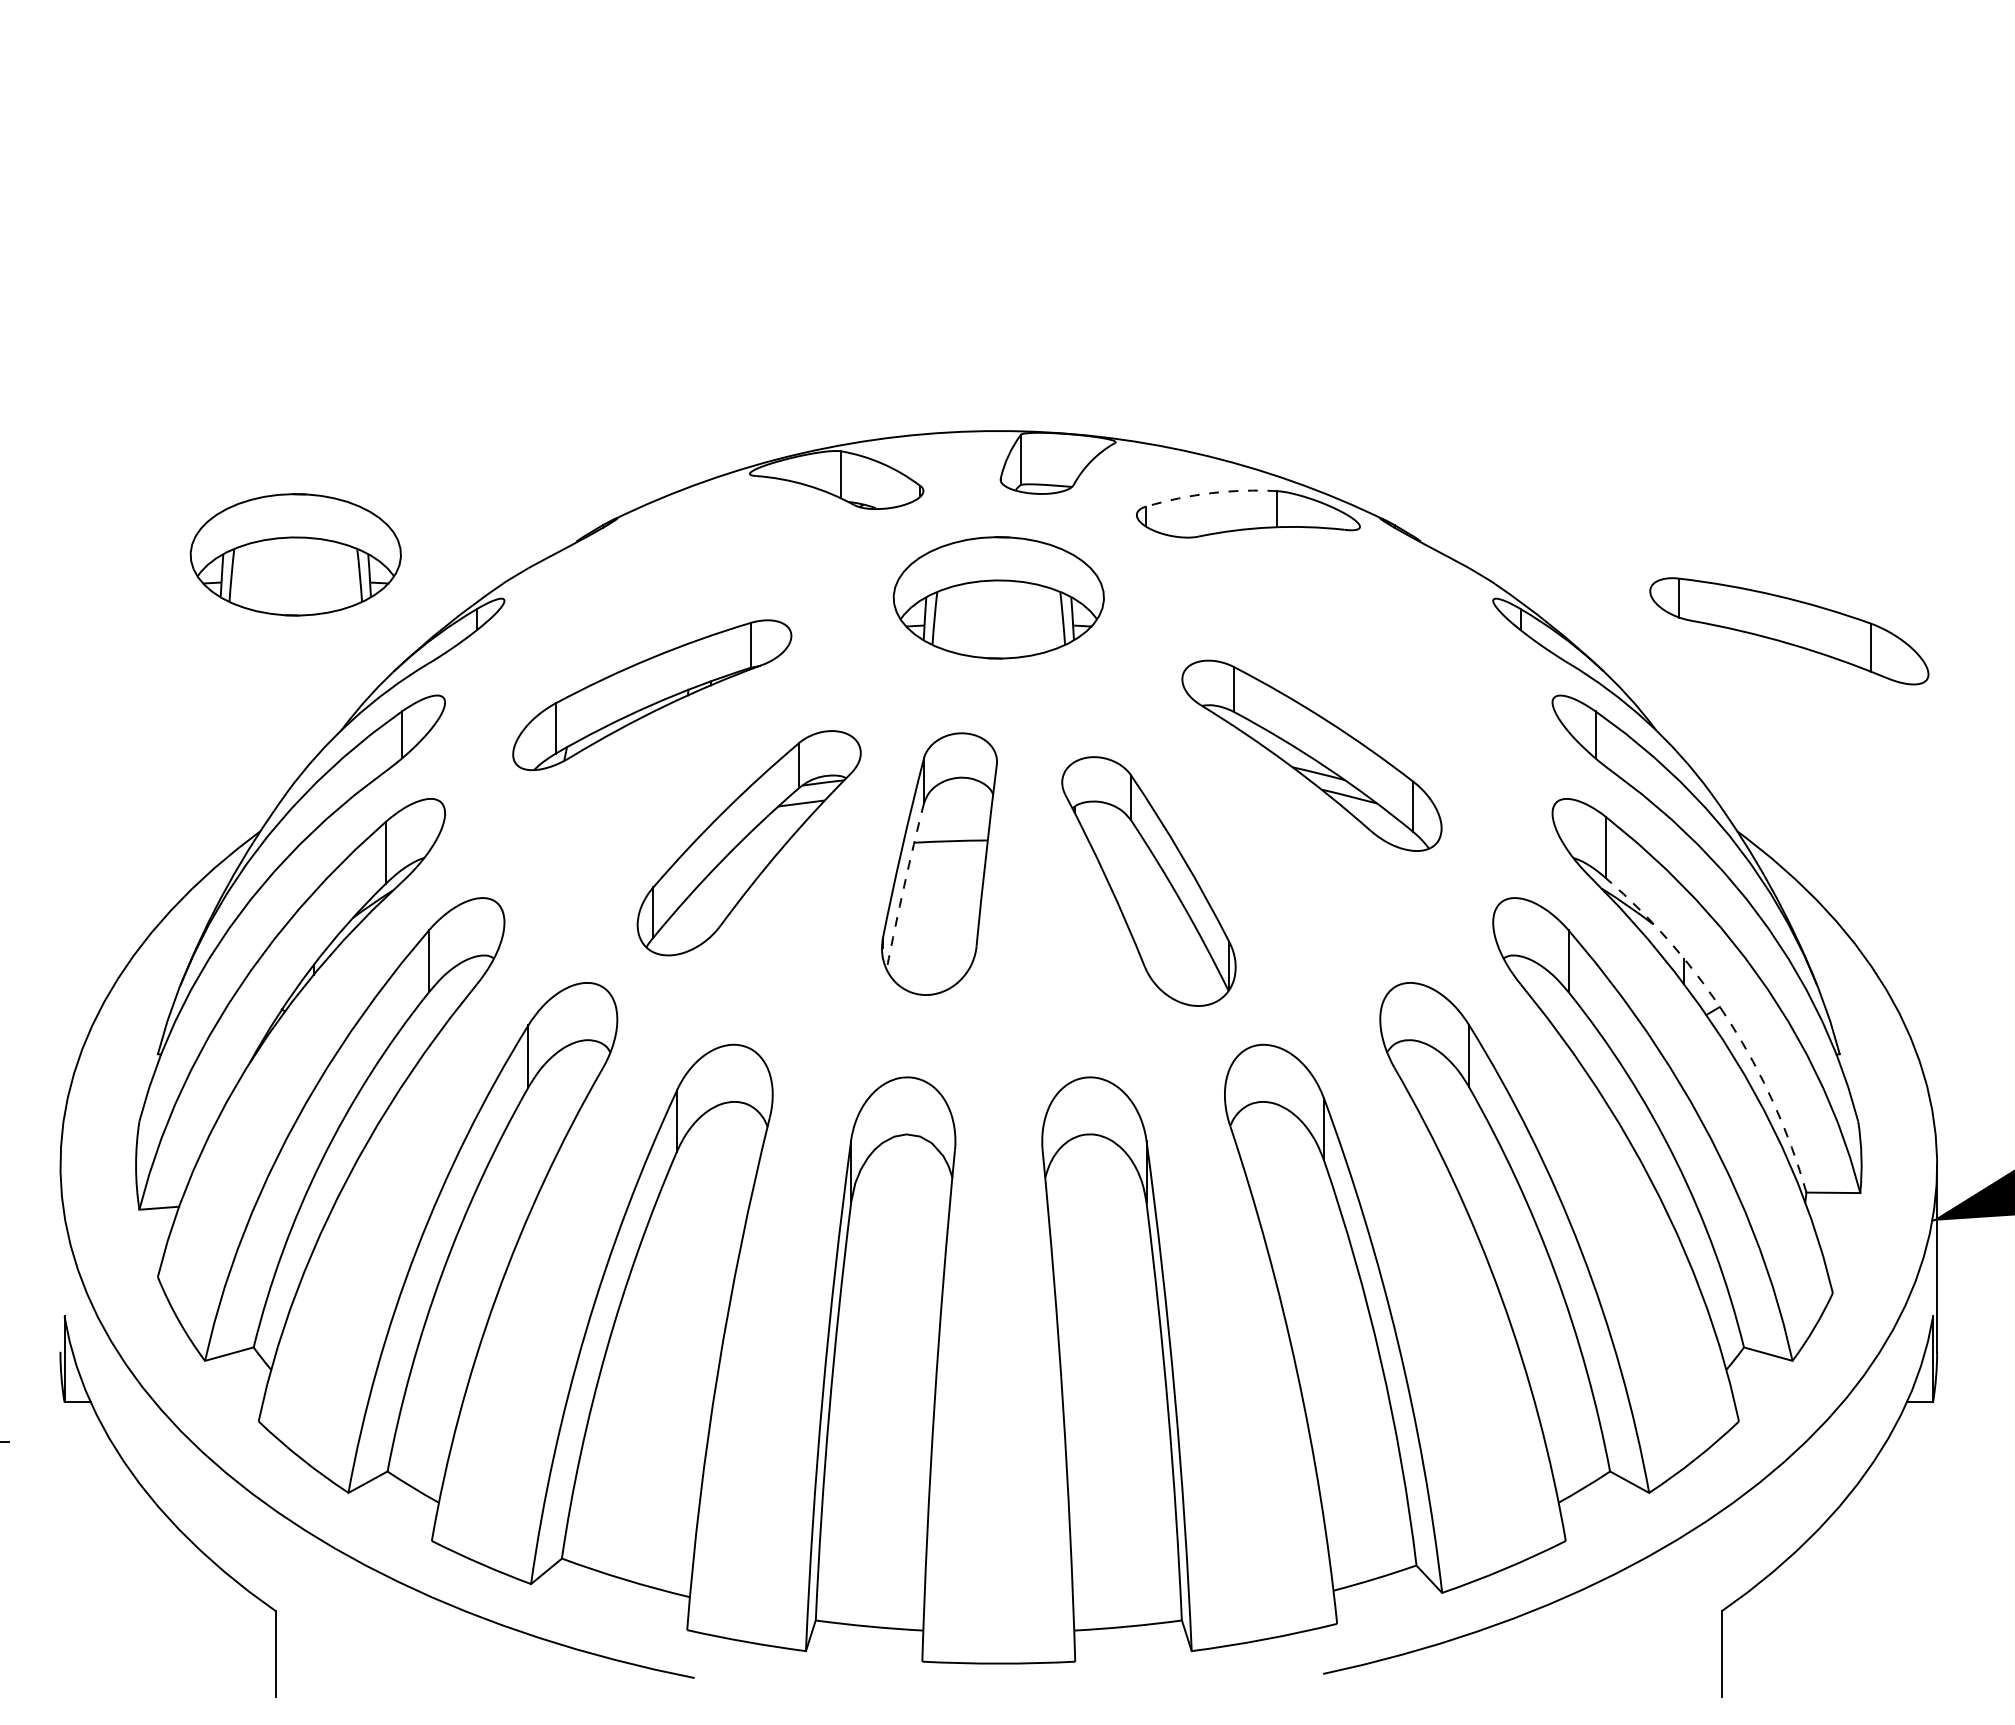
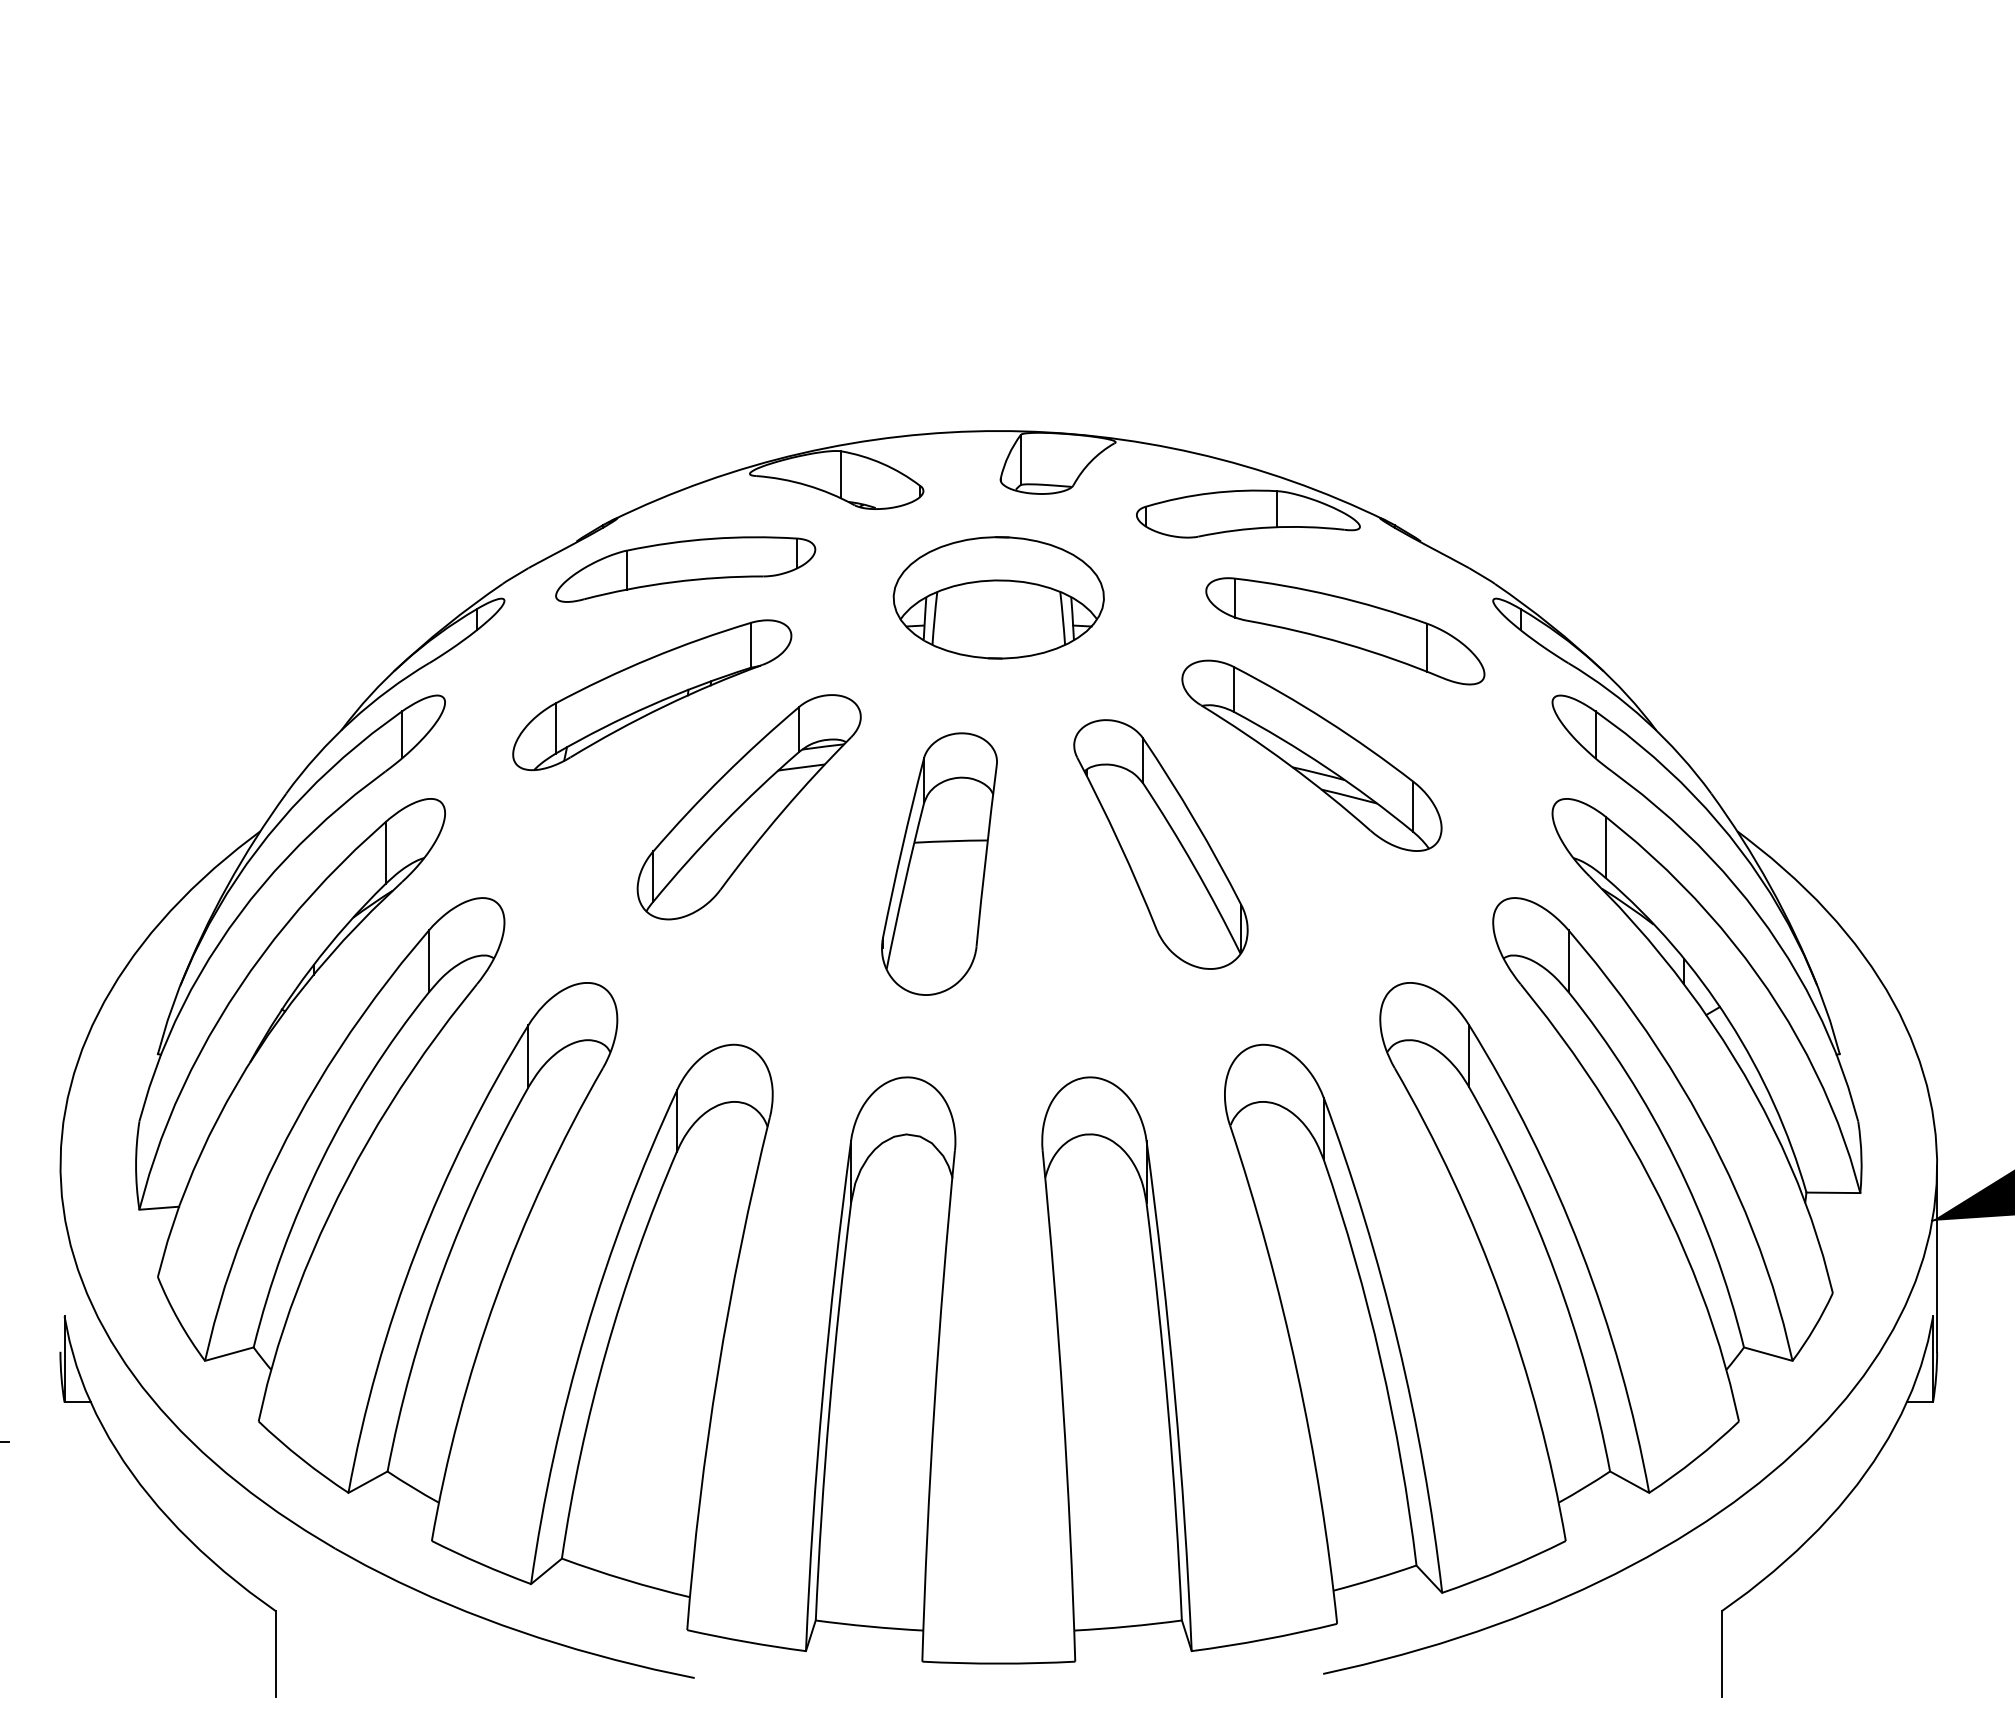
arc at (1211, 493): dashed -> solid
part at (295, 554): present -> none
part at (685, 569): none -> present
part at (1789, 631) position: (1789, 631) -> (1345, 631)
part at (748, 843) position: (748, 843) -> (748, 807)
part at (1148, 881) position: (1148, 881) -> (1160, 844)
arc at (904, 885): dashed -> solid
arc at (1729, 1020): dashed -> solid
